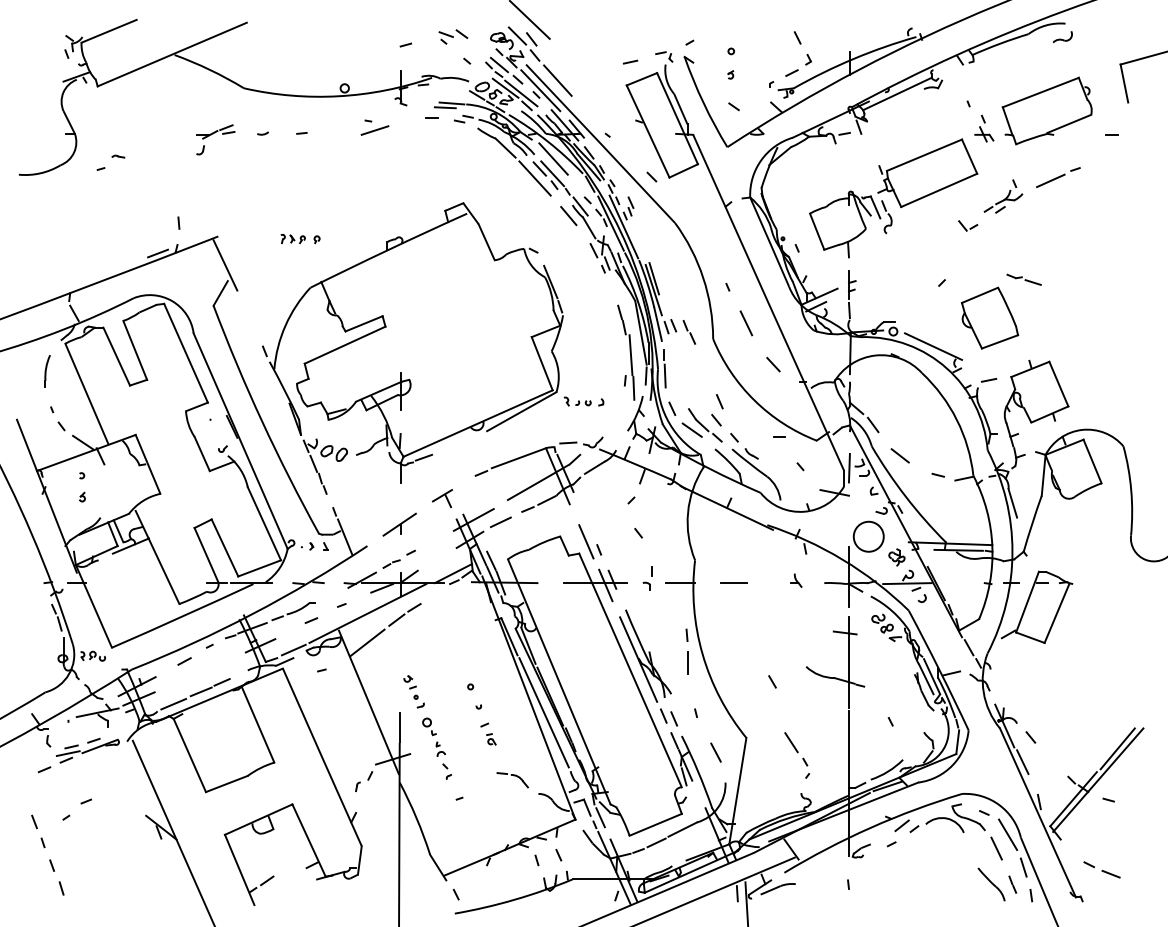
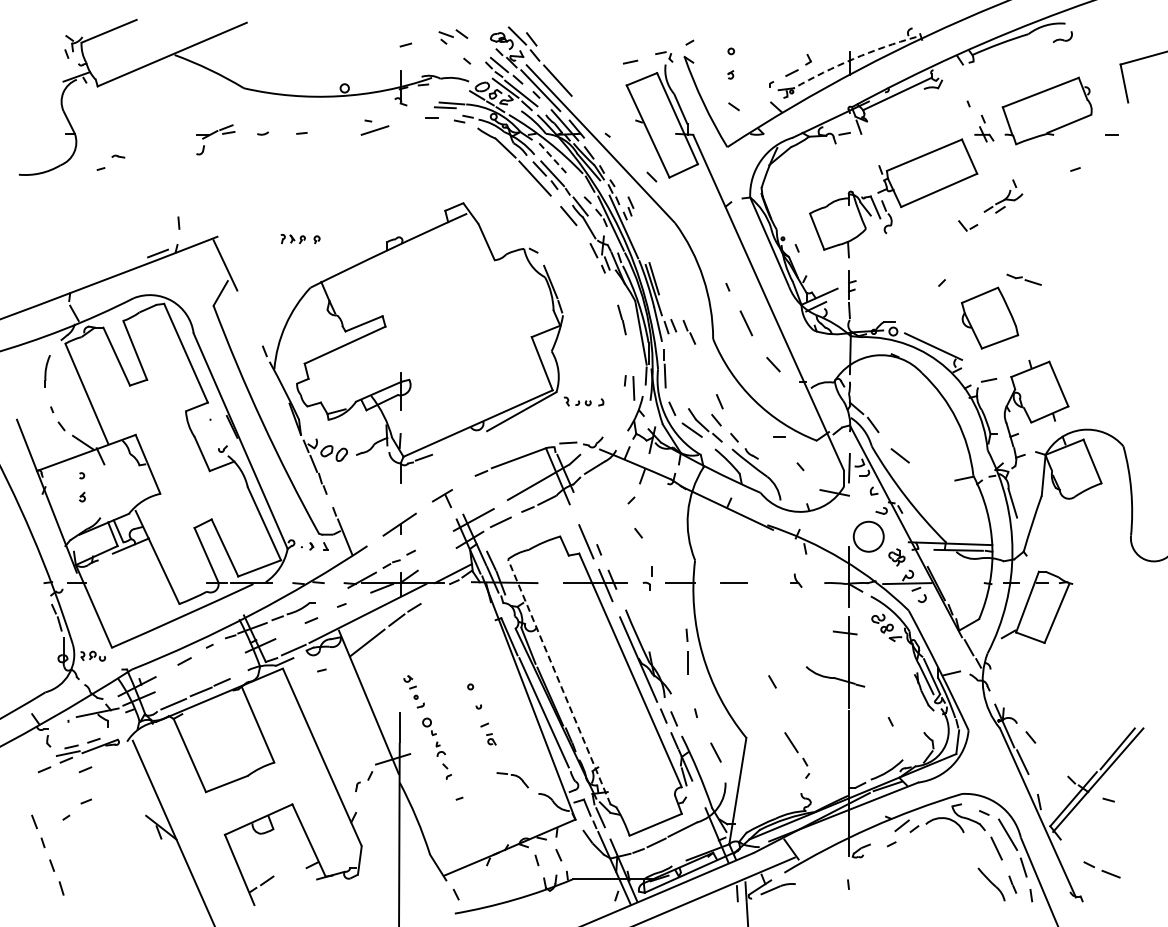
line at (530, 20): present -> none
line at (797, 37): present -> none
arc at (853, 58): solid -> dashed
line at (553, 159): solid -> dashed
line at (1050, 180): present -> none
line at (630, 355): present -> none
line at (937, 475): present -> none
line at (559, 681): solid -> dashed
line at (85, 769): none -> present
